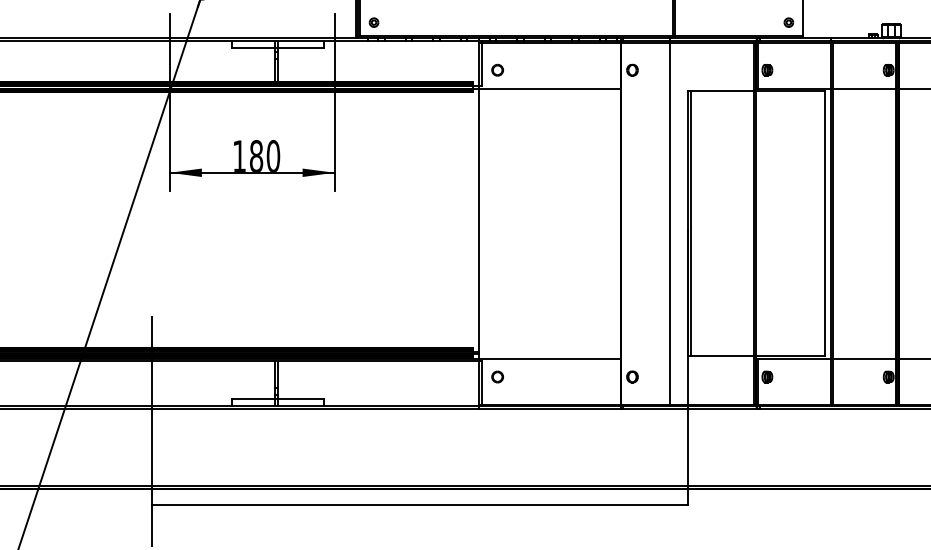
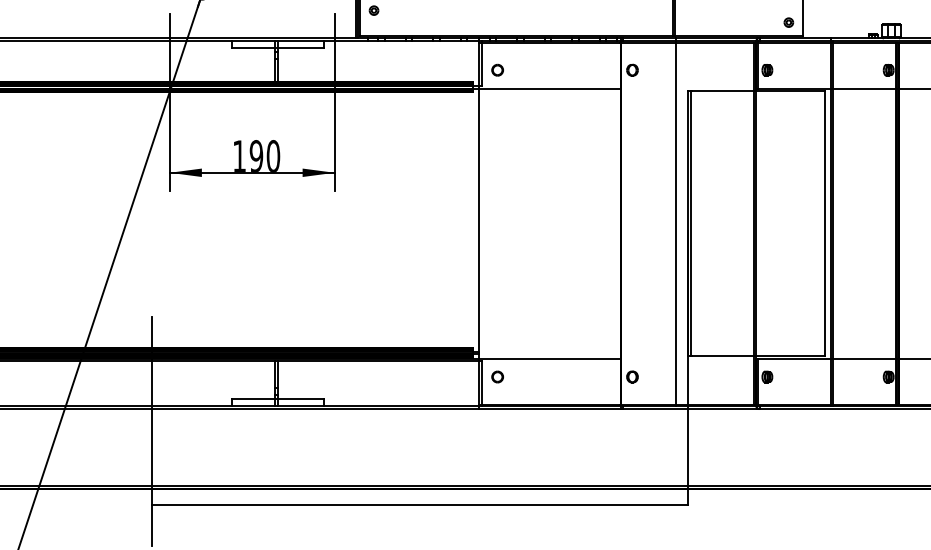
part at (373, 22) position: (373, 22) -> (373, 10)
text at (256, 155): 180 -> 190
line at (669, 222) position: (669, 222) -> (675, 222)
